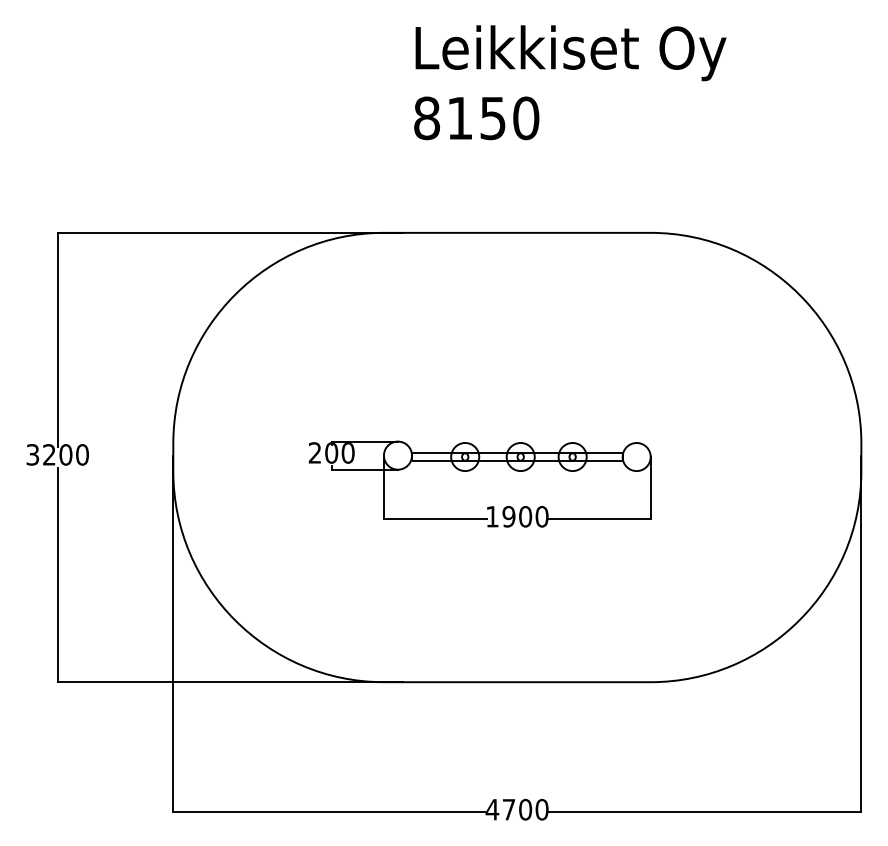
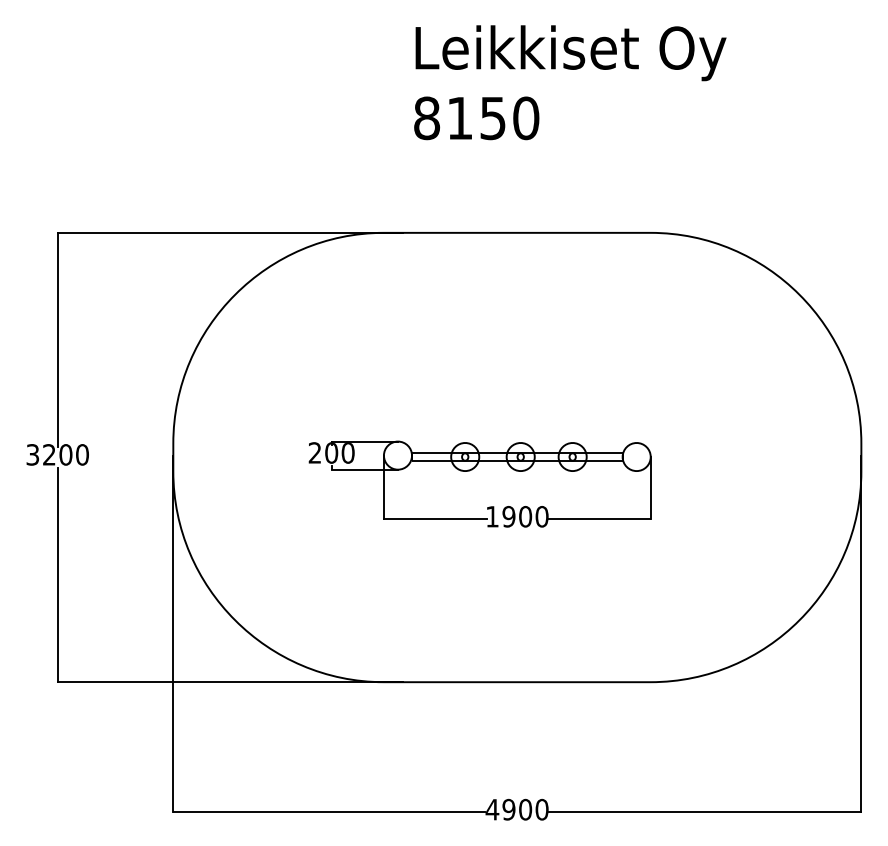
text at (508, 809): 4700 -> 4900
